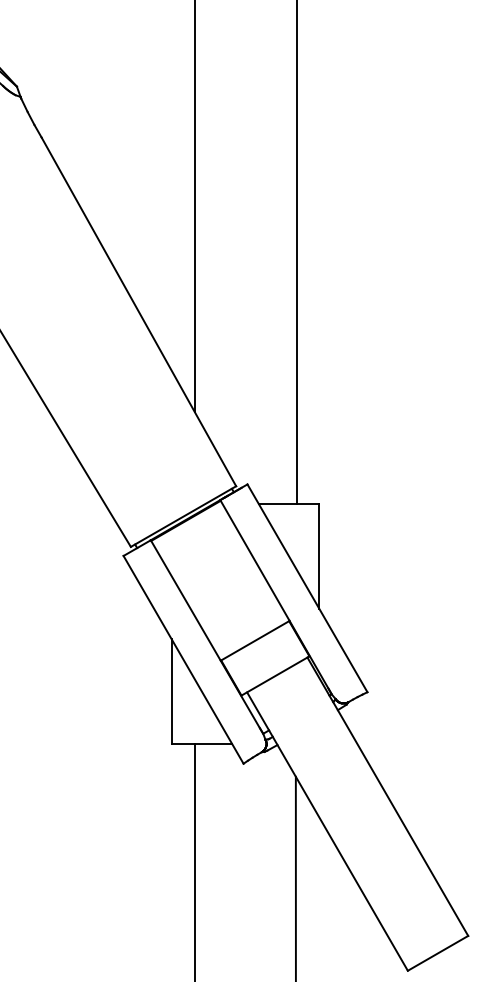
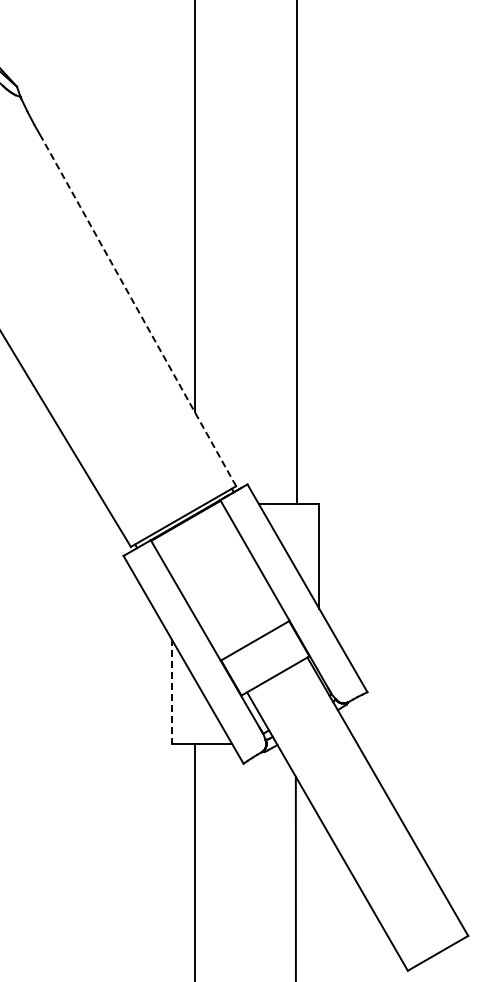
line at (138, 311): solid -> dashed
line at (171, 692): solid -> dashed
